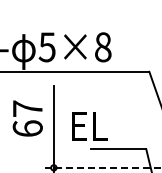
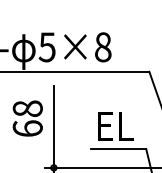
text at (27, 108): 67 -> 68
text at (89, 126) position: (89, 126) -> (115, 126)
line at (103, 167): dashed -> solid
